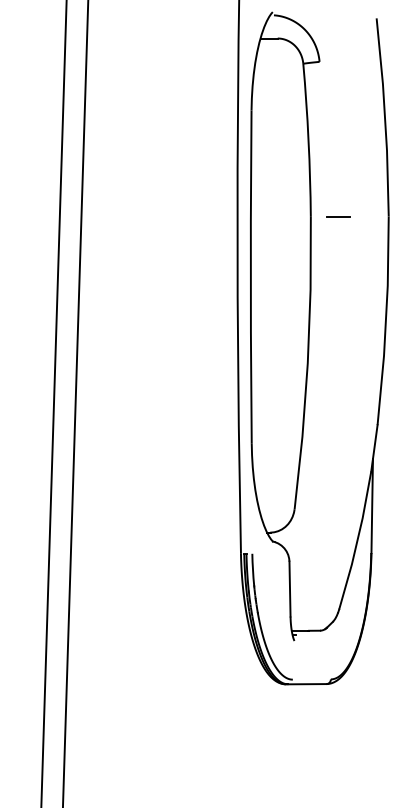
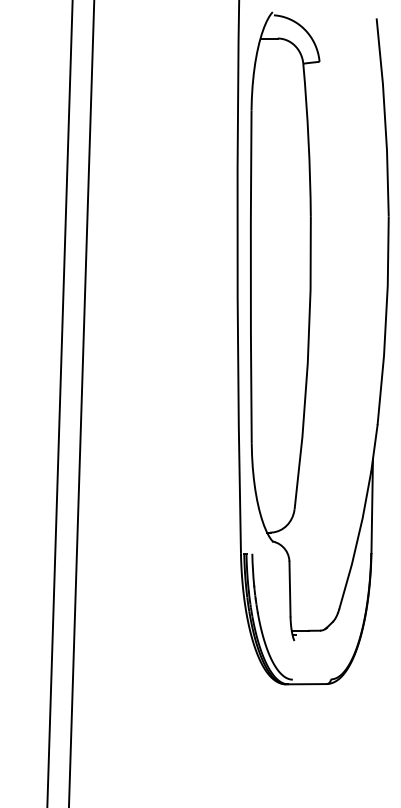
line at (338, 216): present -> none
line at (53, 403) position: (53, 403) -> (59, 403)
line at (75, 403) position: (75, 403) -> (81, 403)
